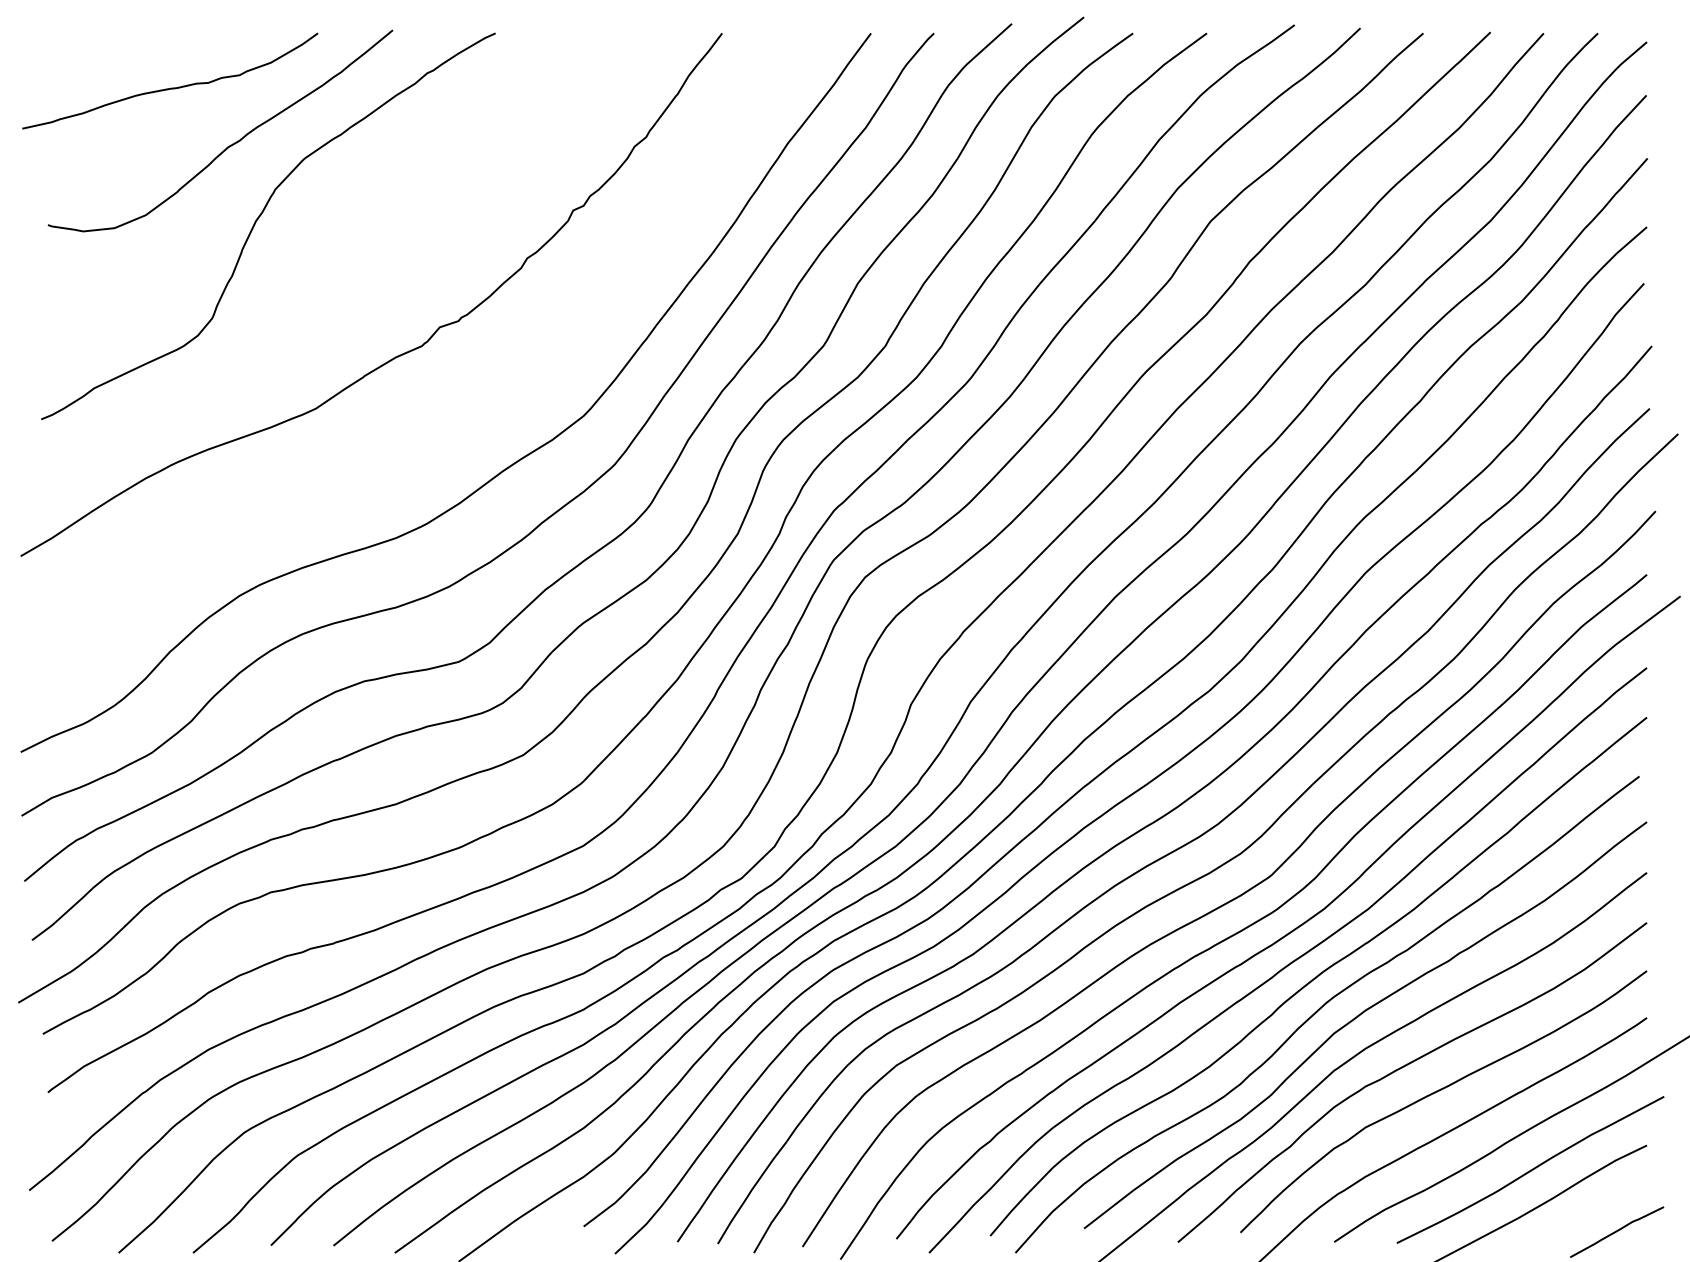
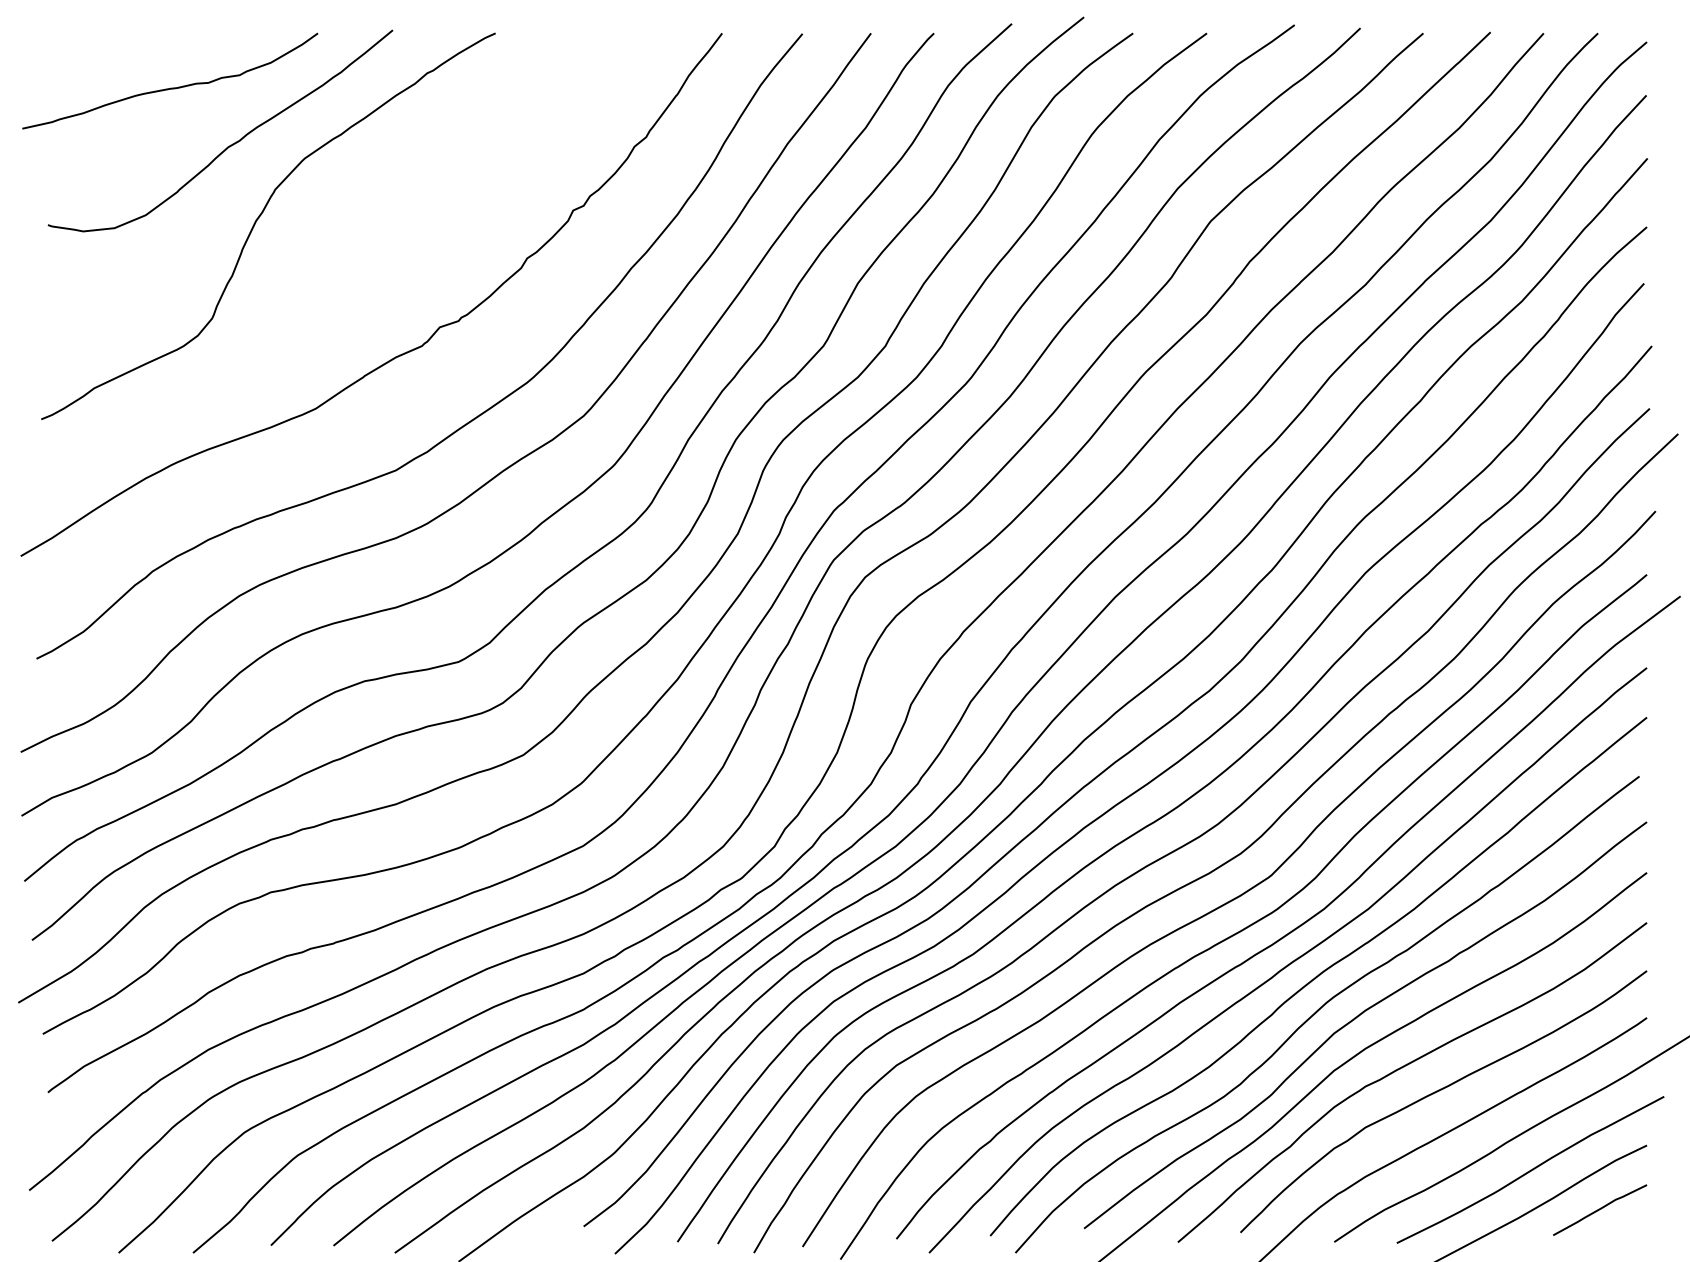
curve at (468, 421): none -> present
curve at (1617, 1231) position: (1617, 1231) -> (1600, 1209)
